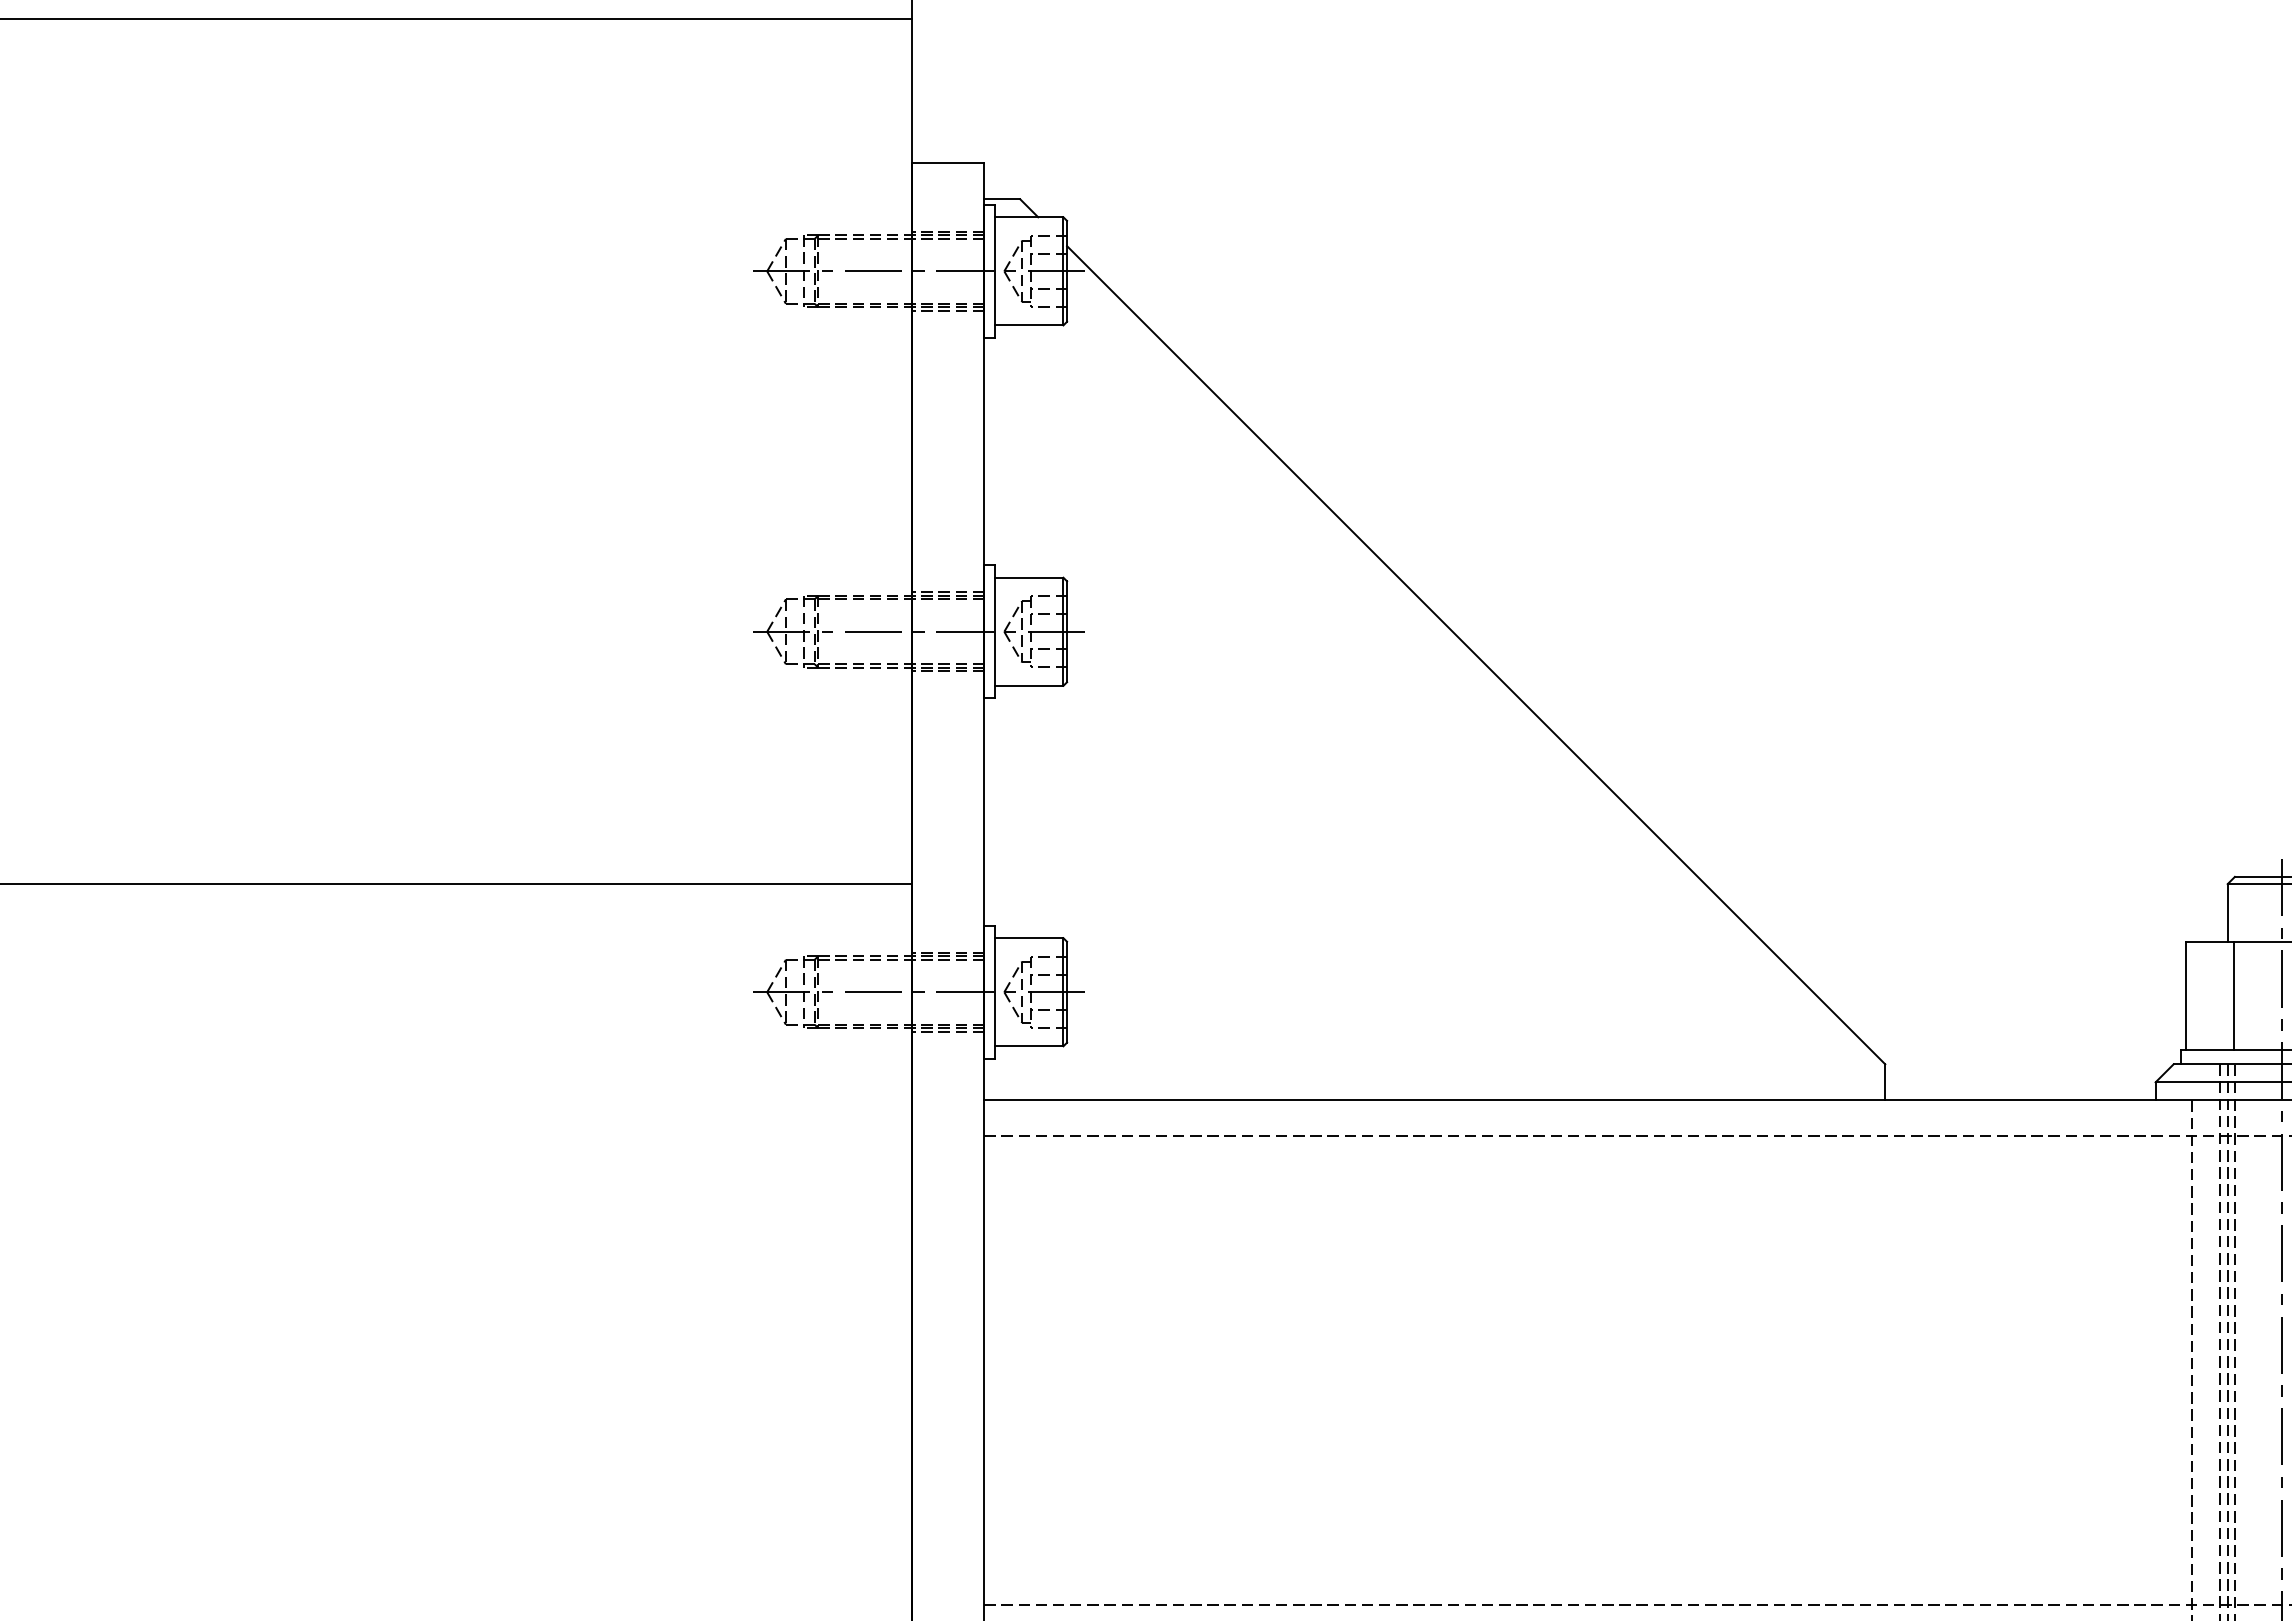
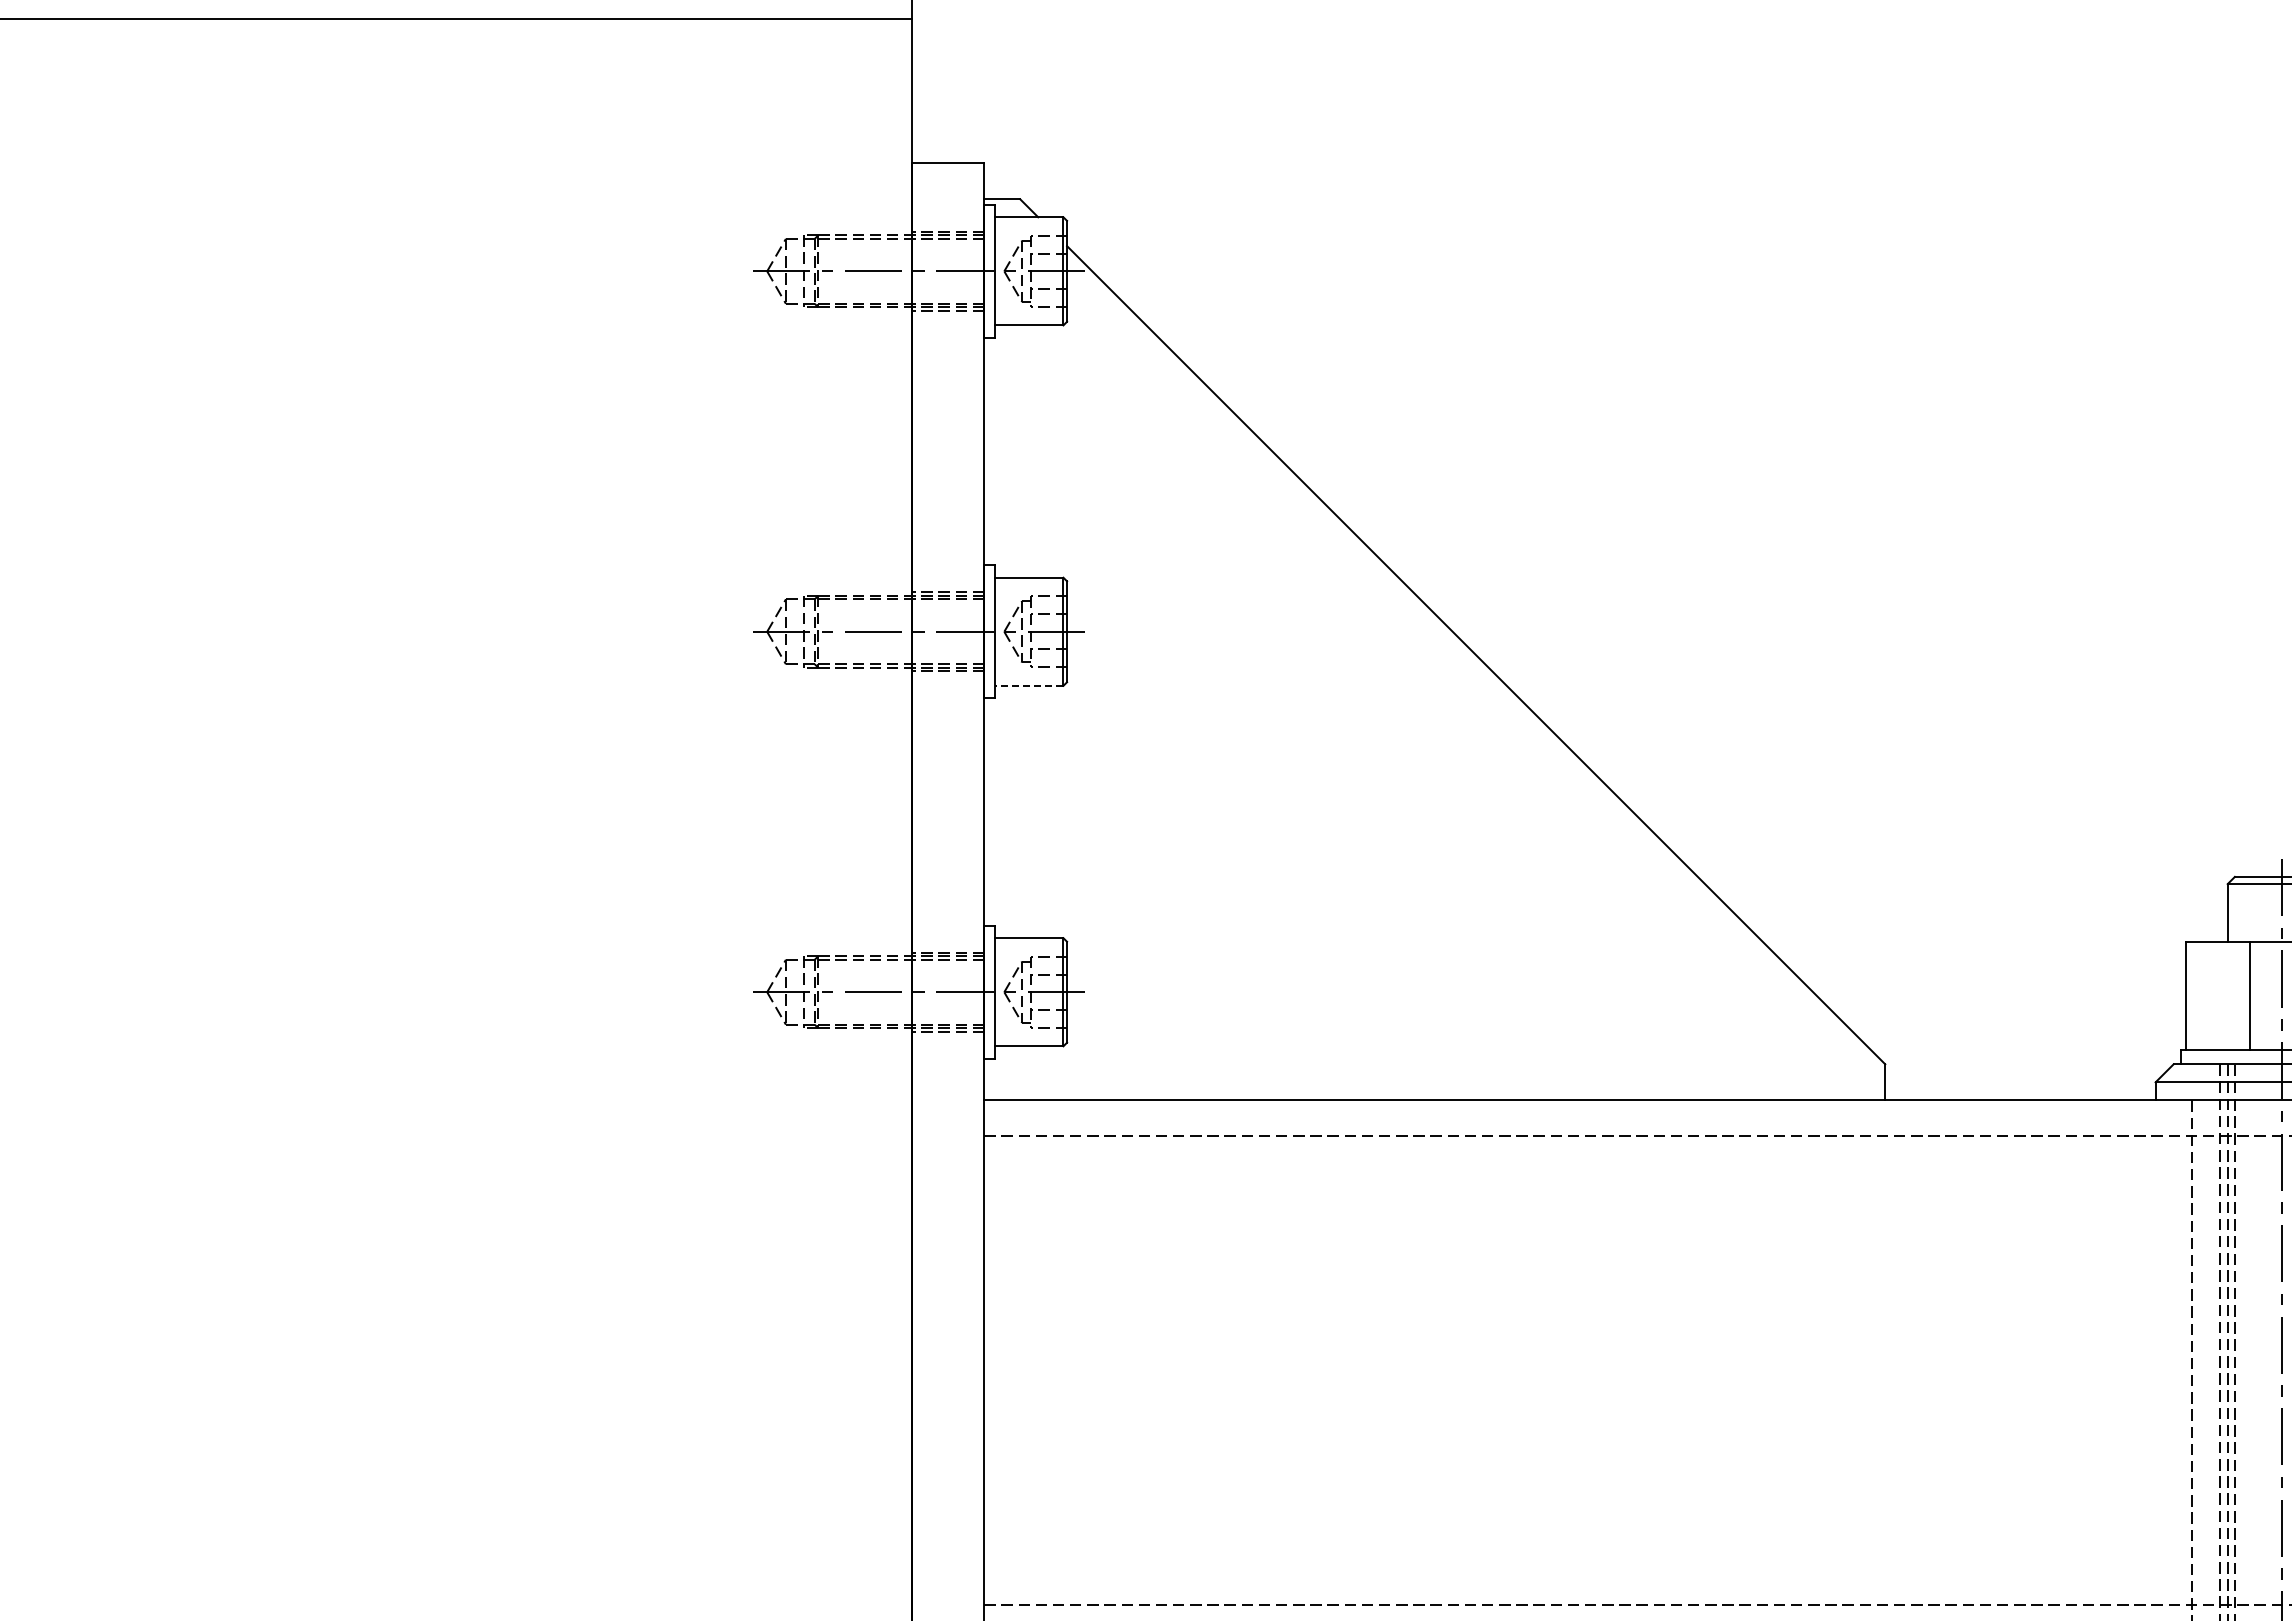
line at (1028, 685): solid -> dashed
line at (457, 884): present -> none
line at (2233, 995) position: (2233, 995) -> (2249, 995)
